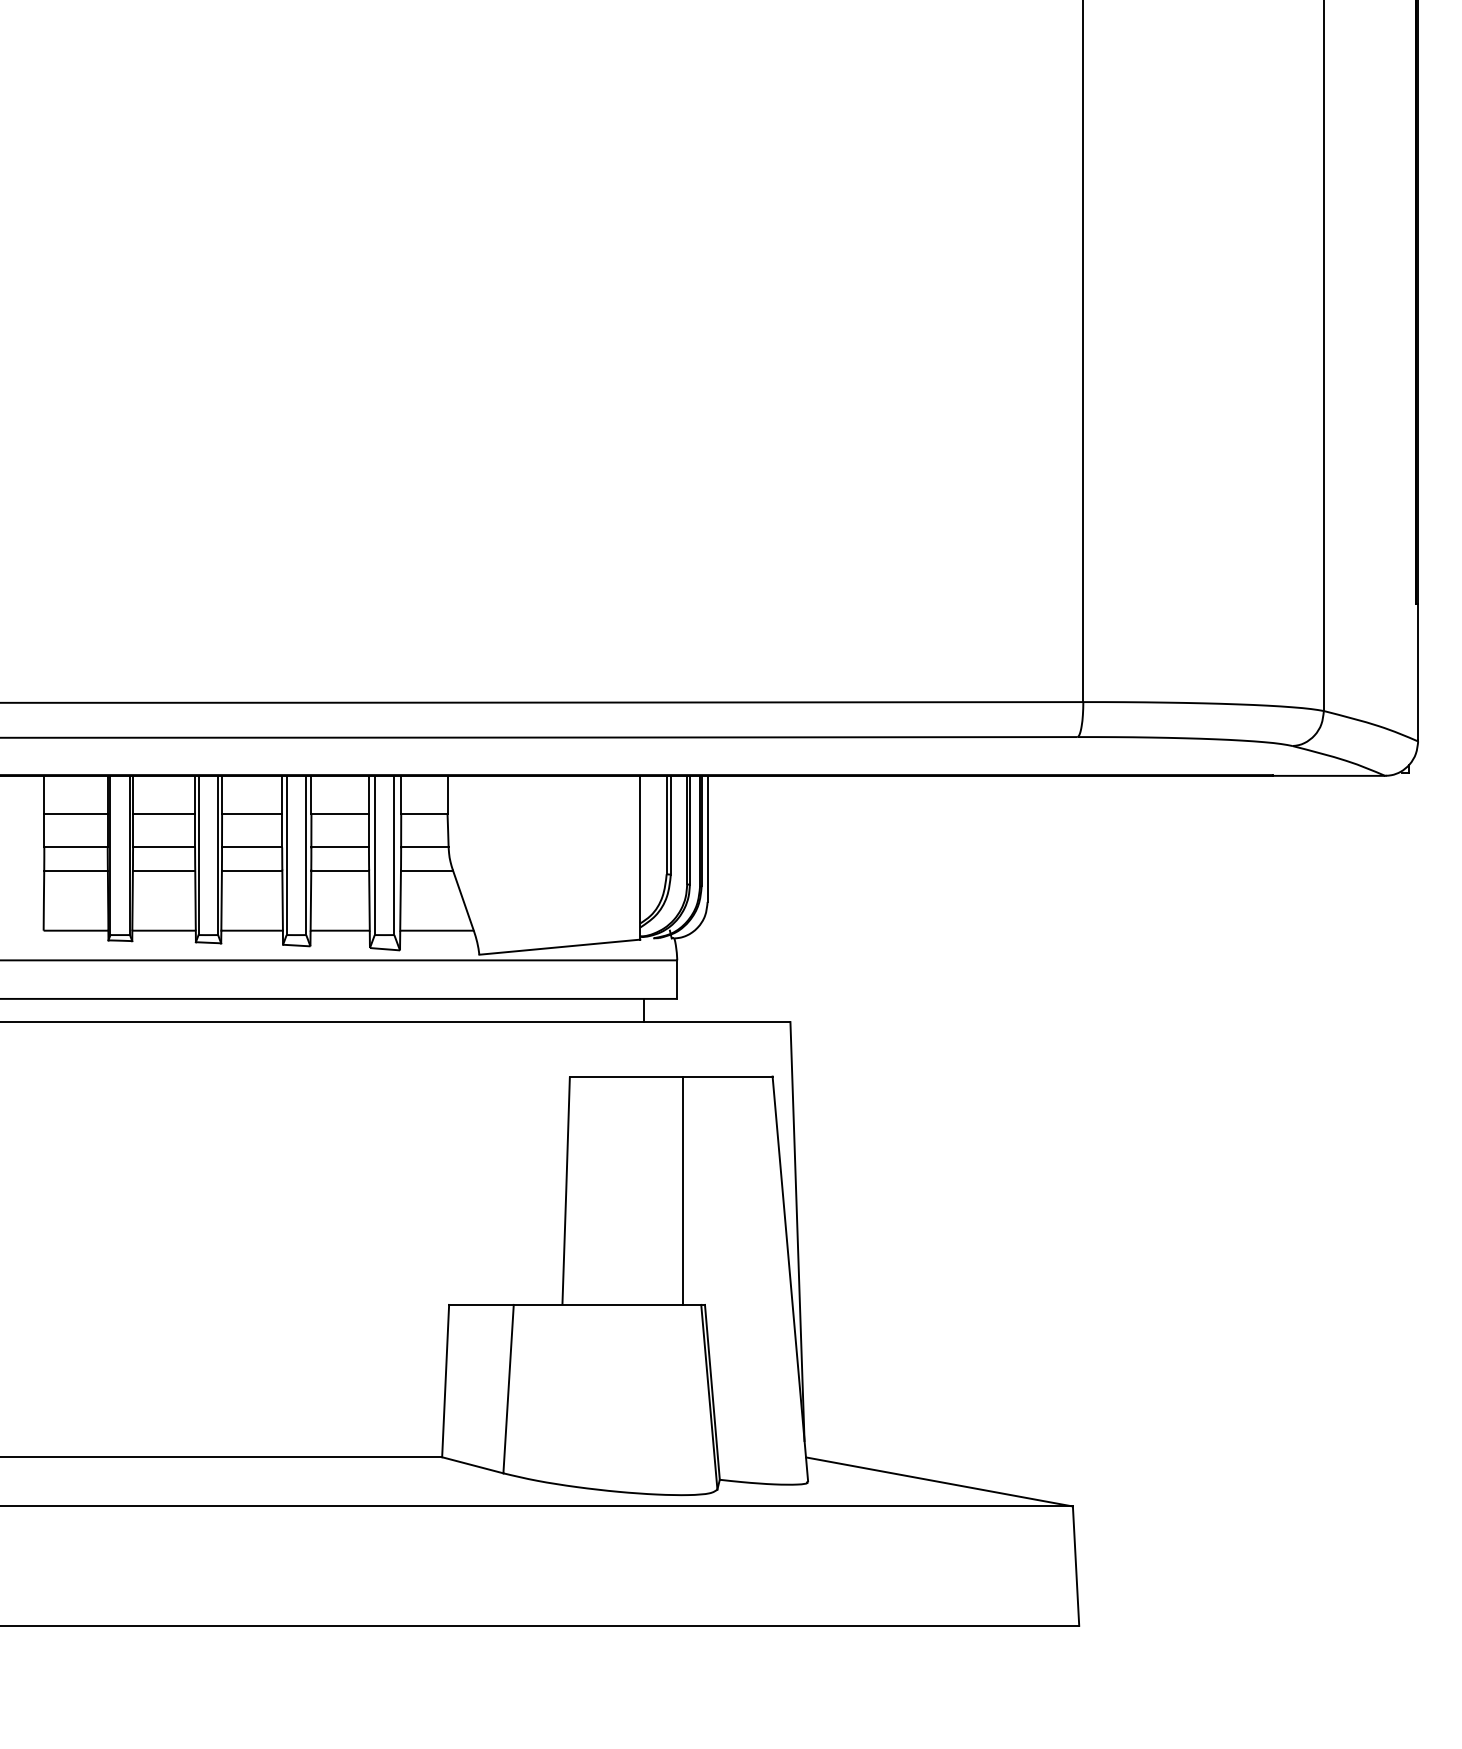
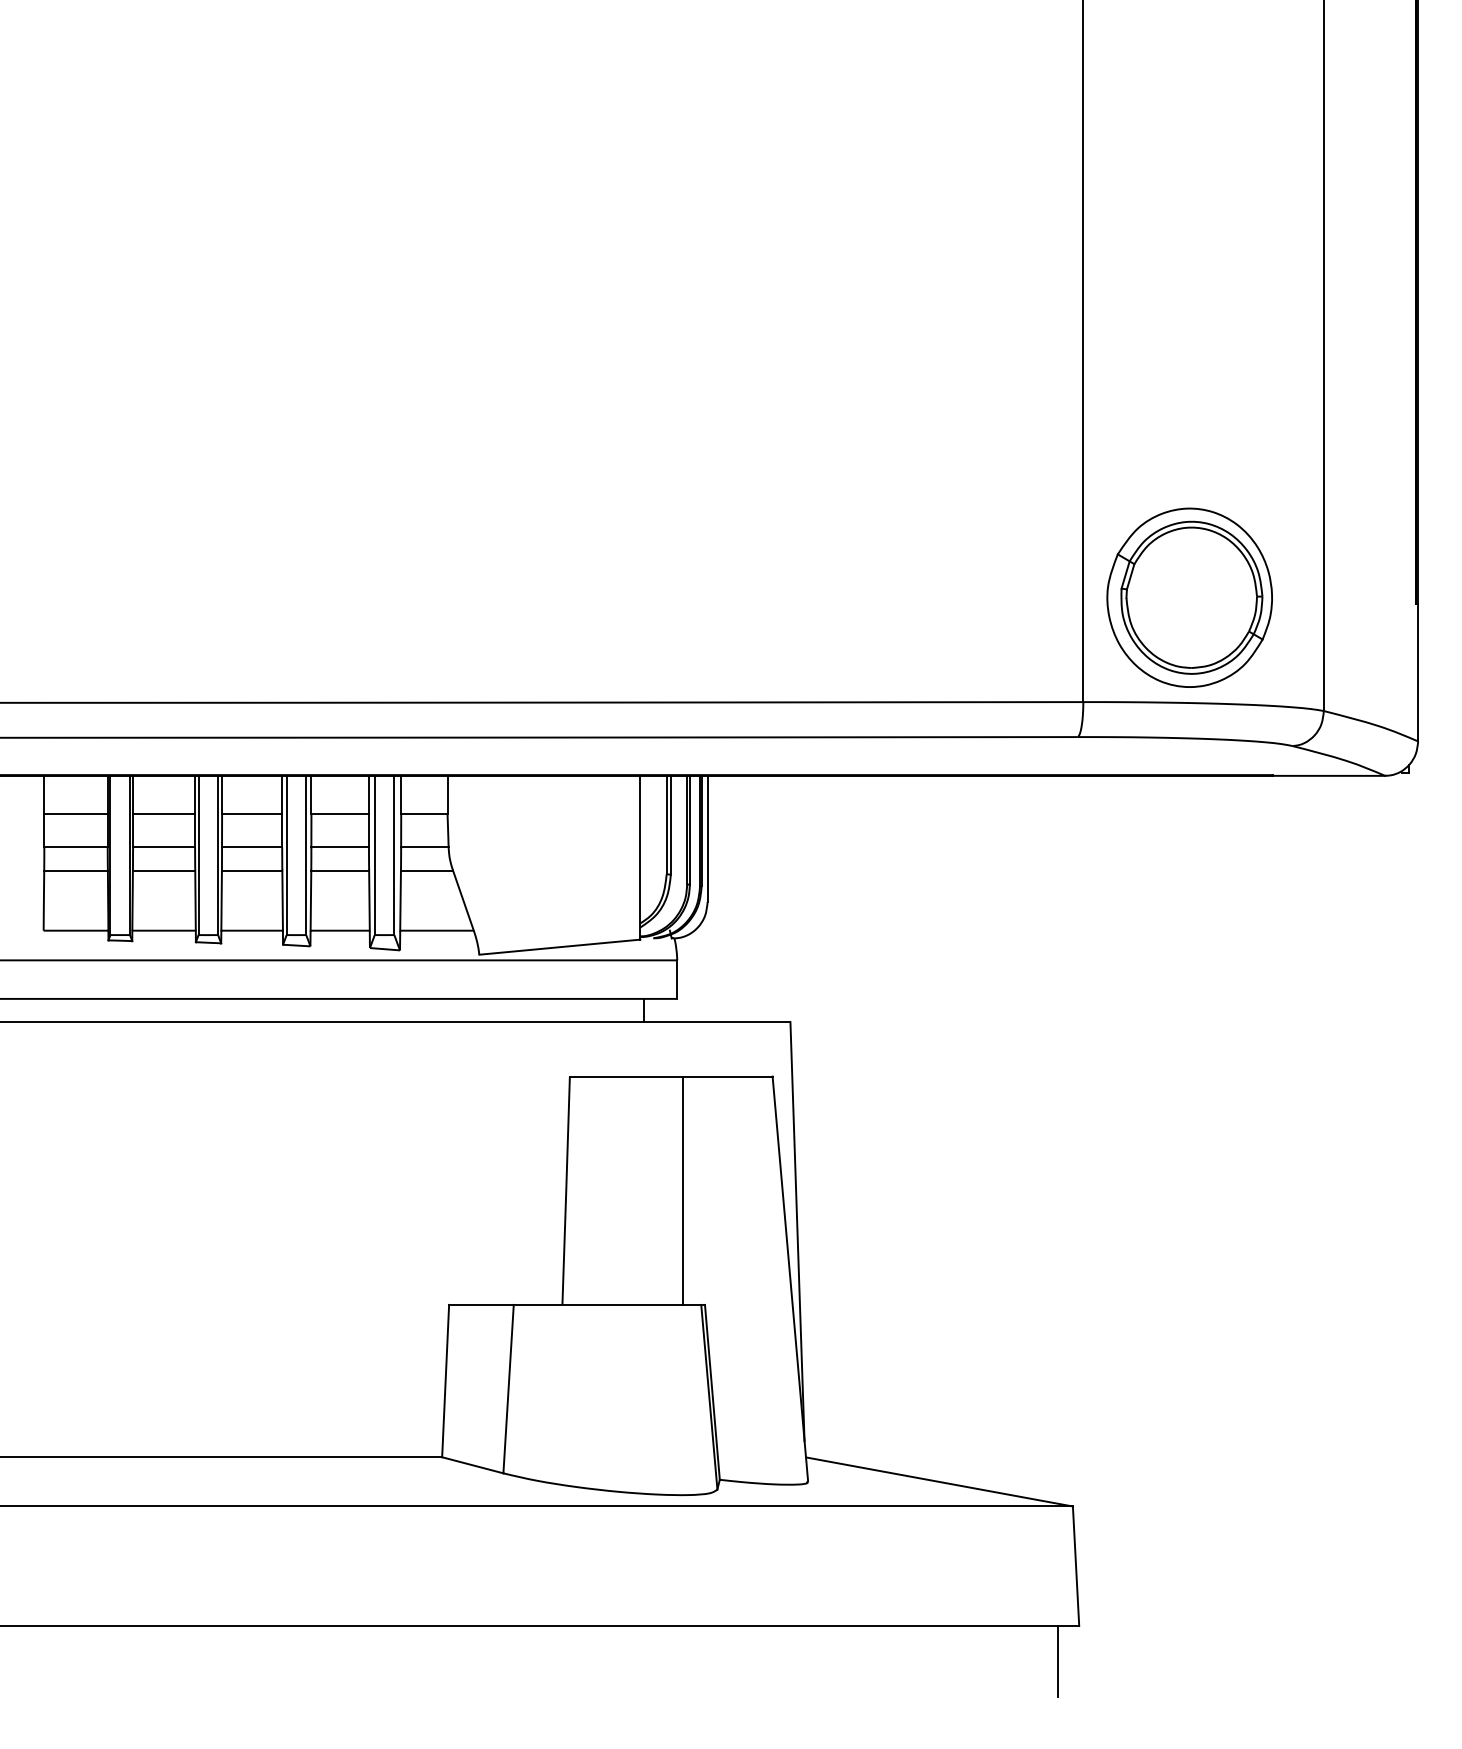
part at (1189, 597): none -> present
line at (1057, 1660): none -> present
